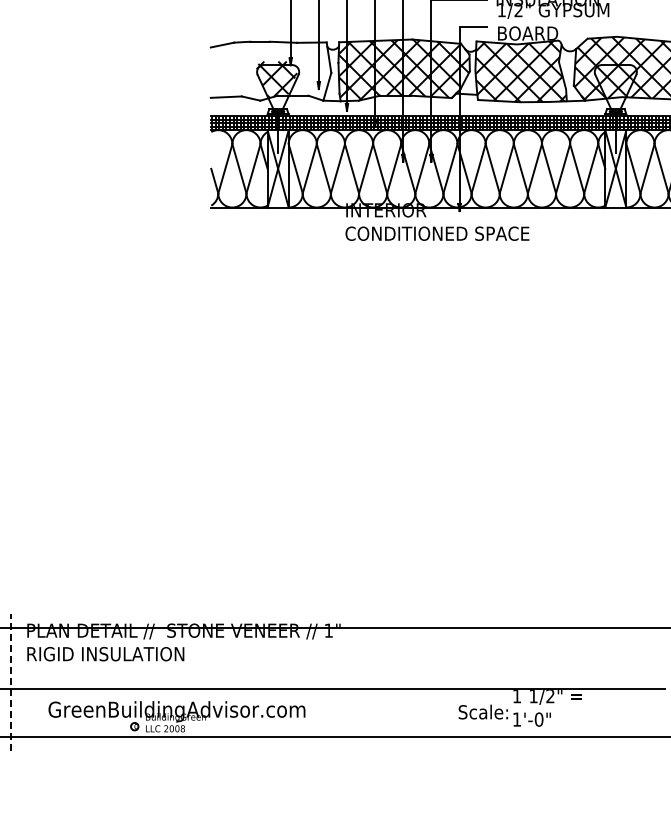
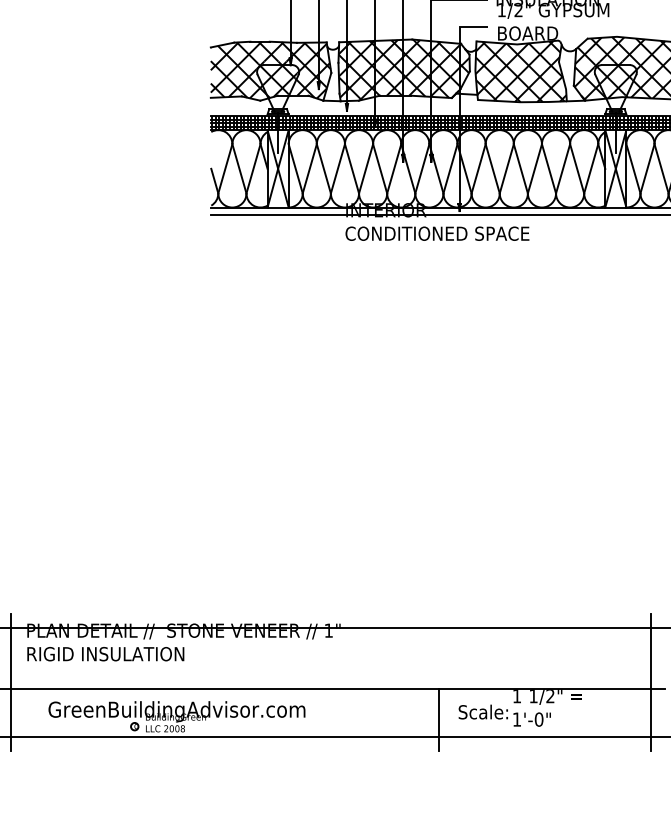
hatch at (270, 69): none -> present
line at (439, 214): none -> present
line at (10, 682): dashed -> solid
line at (650, 682): none -> present
line at (439, 720): none -> present
